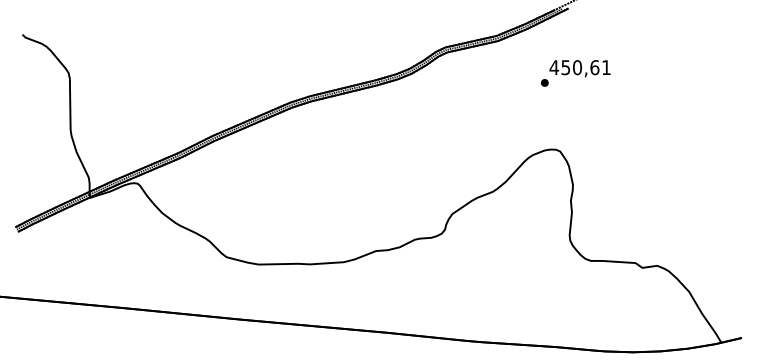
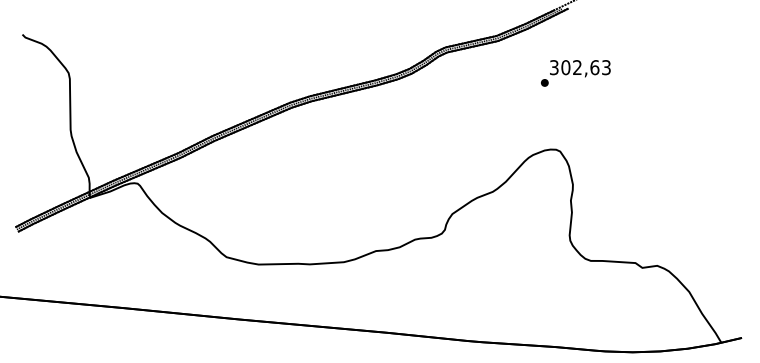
text at (579, 67): 450,61 -> 302,63
